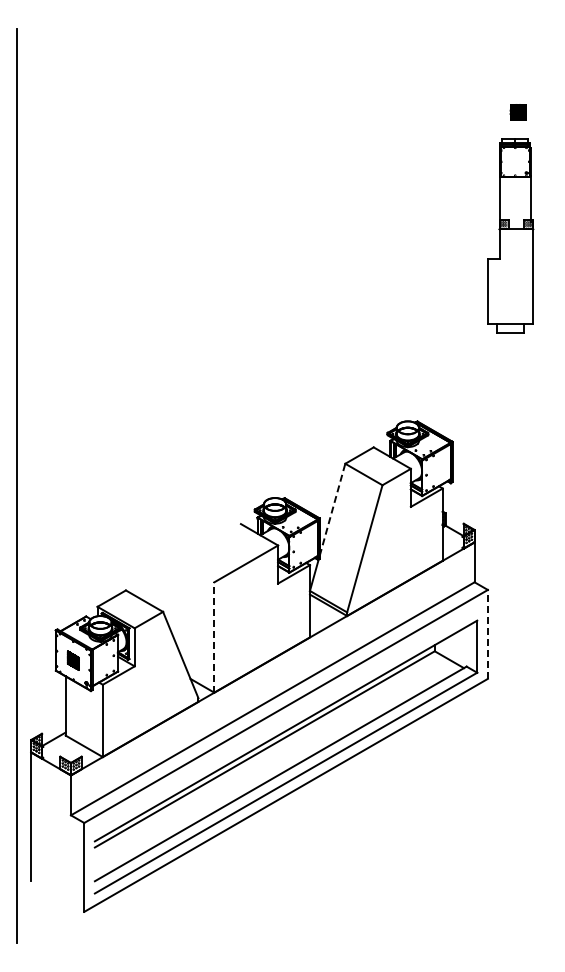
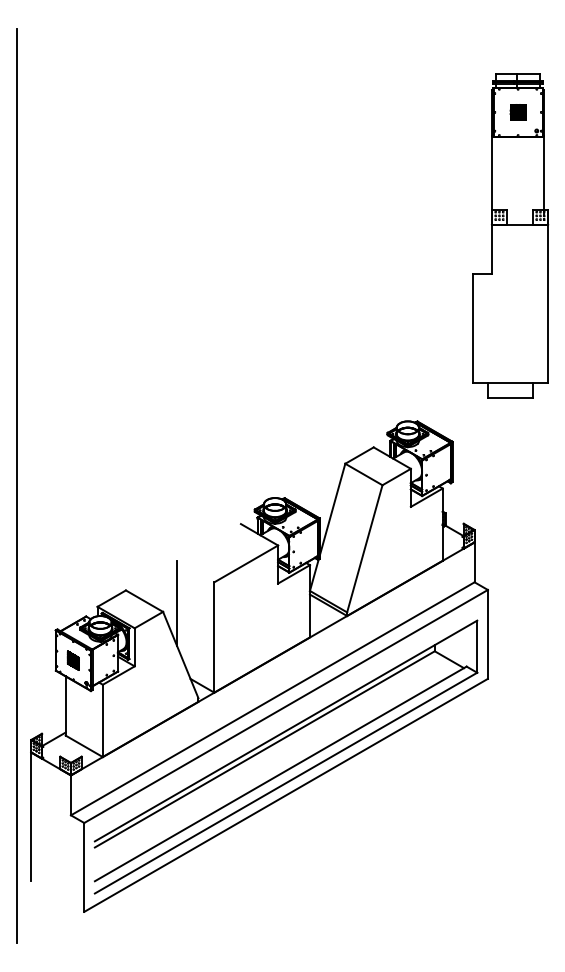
part at (510, 235) size: 48x196 px -> 78x326 px
line at (332, 509): dashed -> solid
line at (177, 603): none -> present
line at (487, 633): dashed -> solid
line at (214, 637): dashed -> solid
